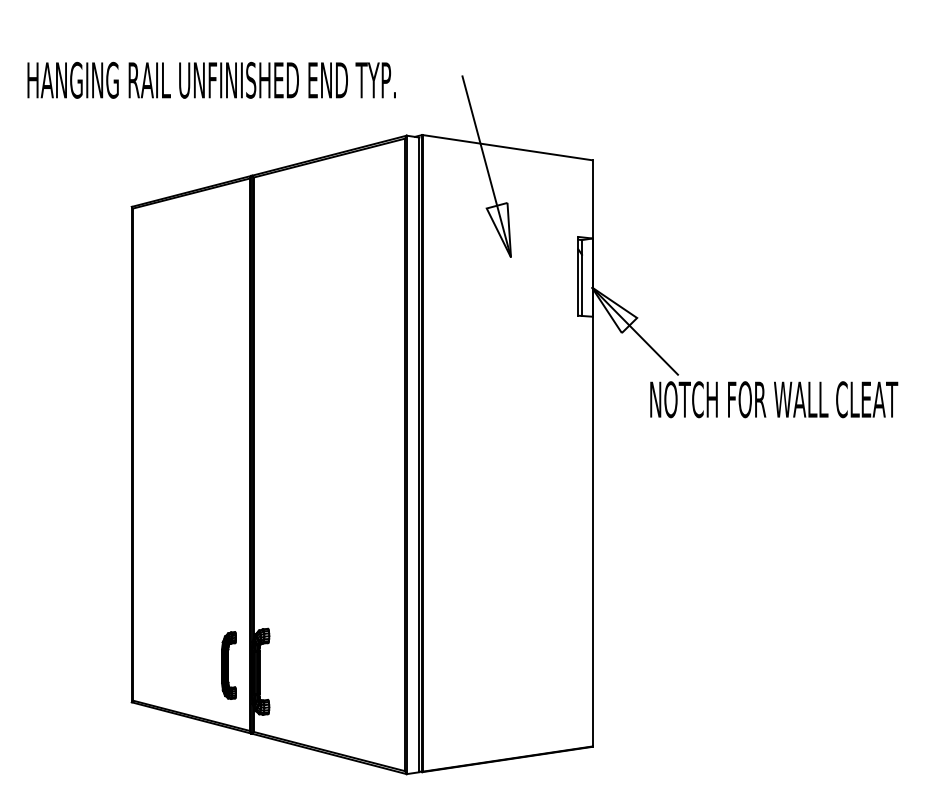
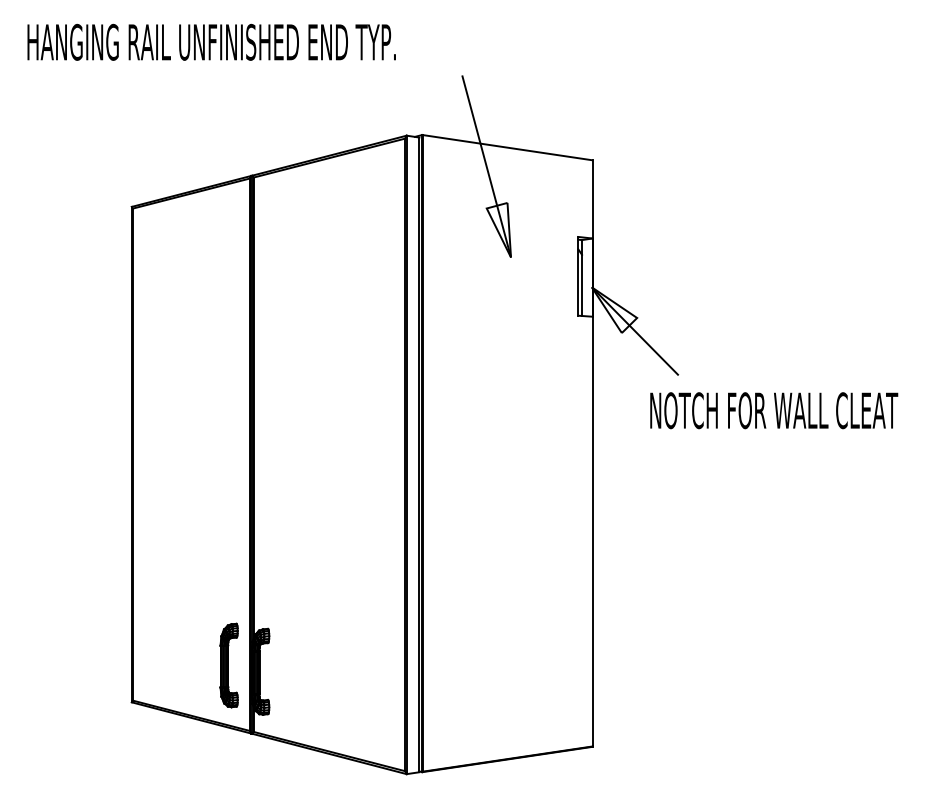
text at (211, 79) position: (211, 79) -> (211, 41)
text at (774, 399) position: (774, 399) -> (774, 410)
part at (228, 665) size: 16x69 px -> 20x87 px
